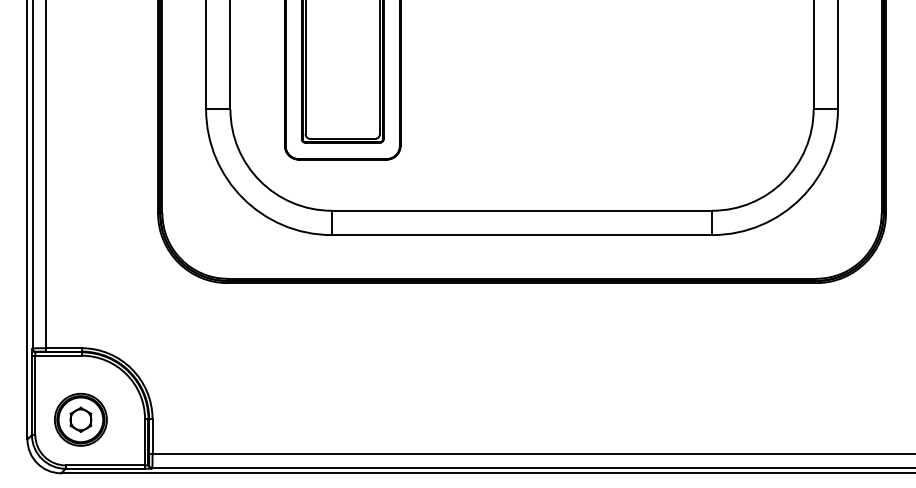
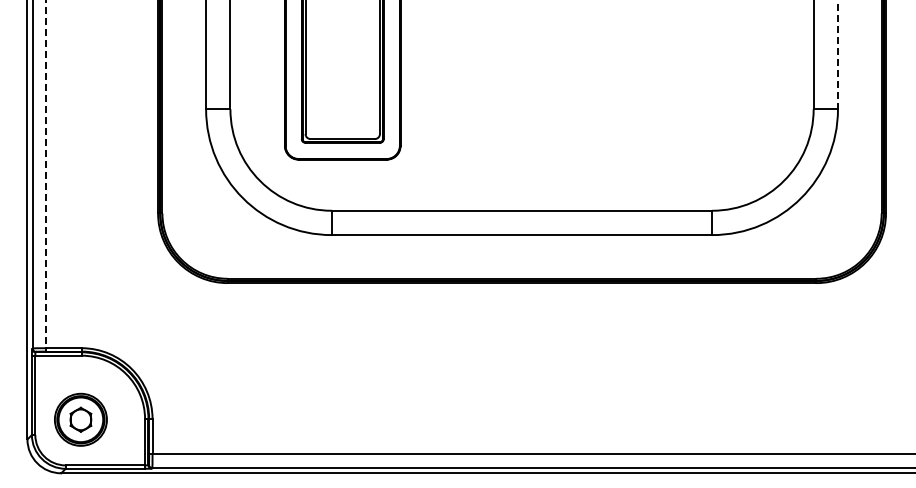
line at (837, 55): solid -> dashed
line at (46, 174): solid -> dashed
